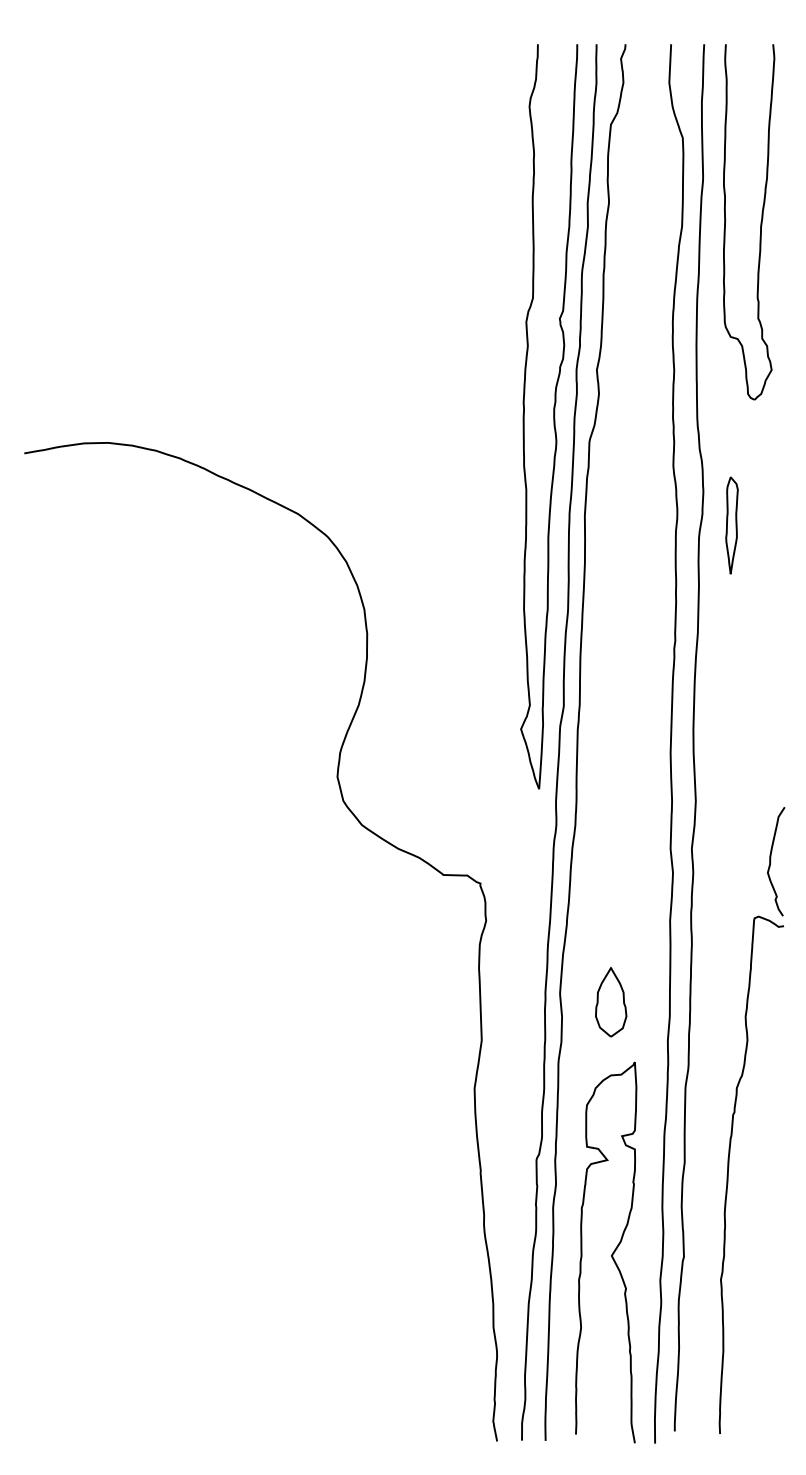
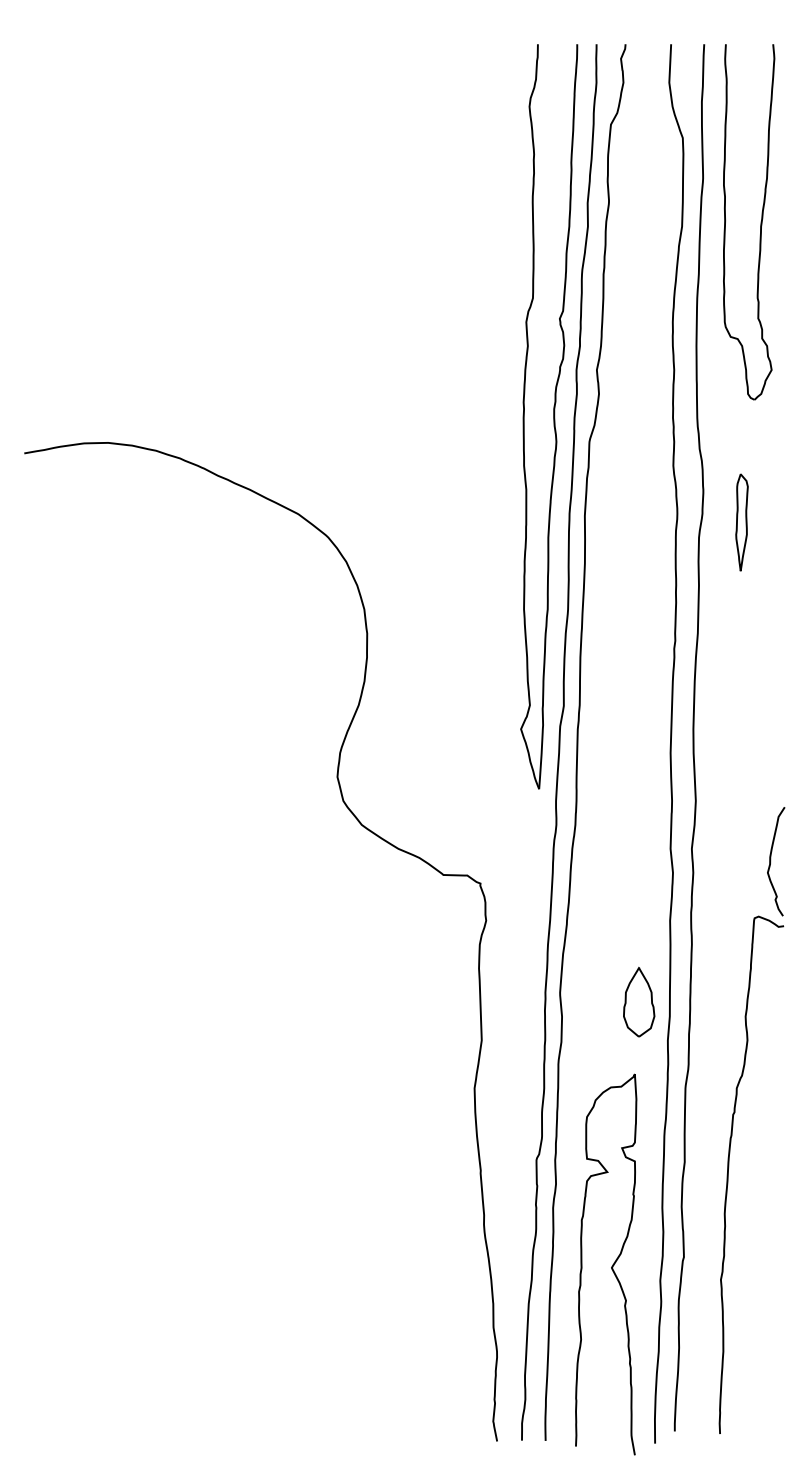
part at (731, 525) position: (731, 525) -> (741, 522)
part at (611, 1001) position: (611, 1001) -> (639, 1001)
curve at (611, 1254) position: (611, 1254) -> (611, 1266)
